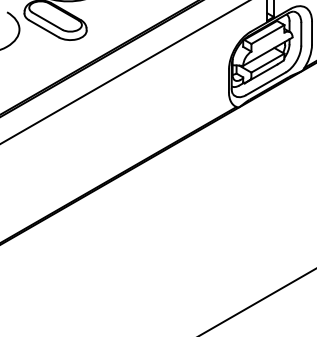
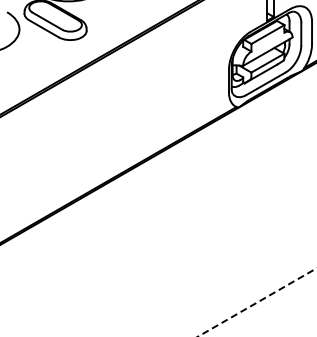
line at (124, 72): present -> none
line at (257, 302): solid -> dashed
